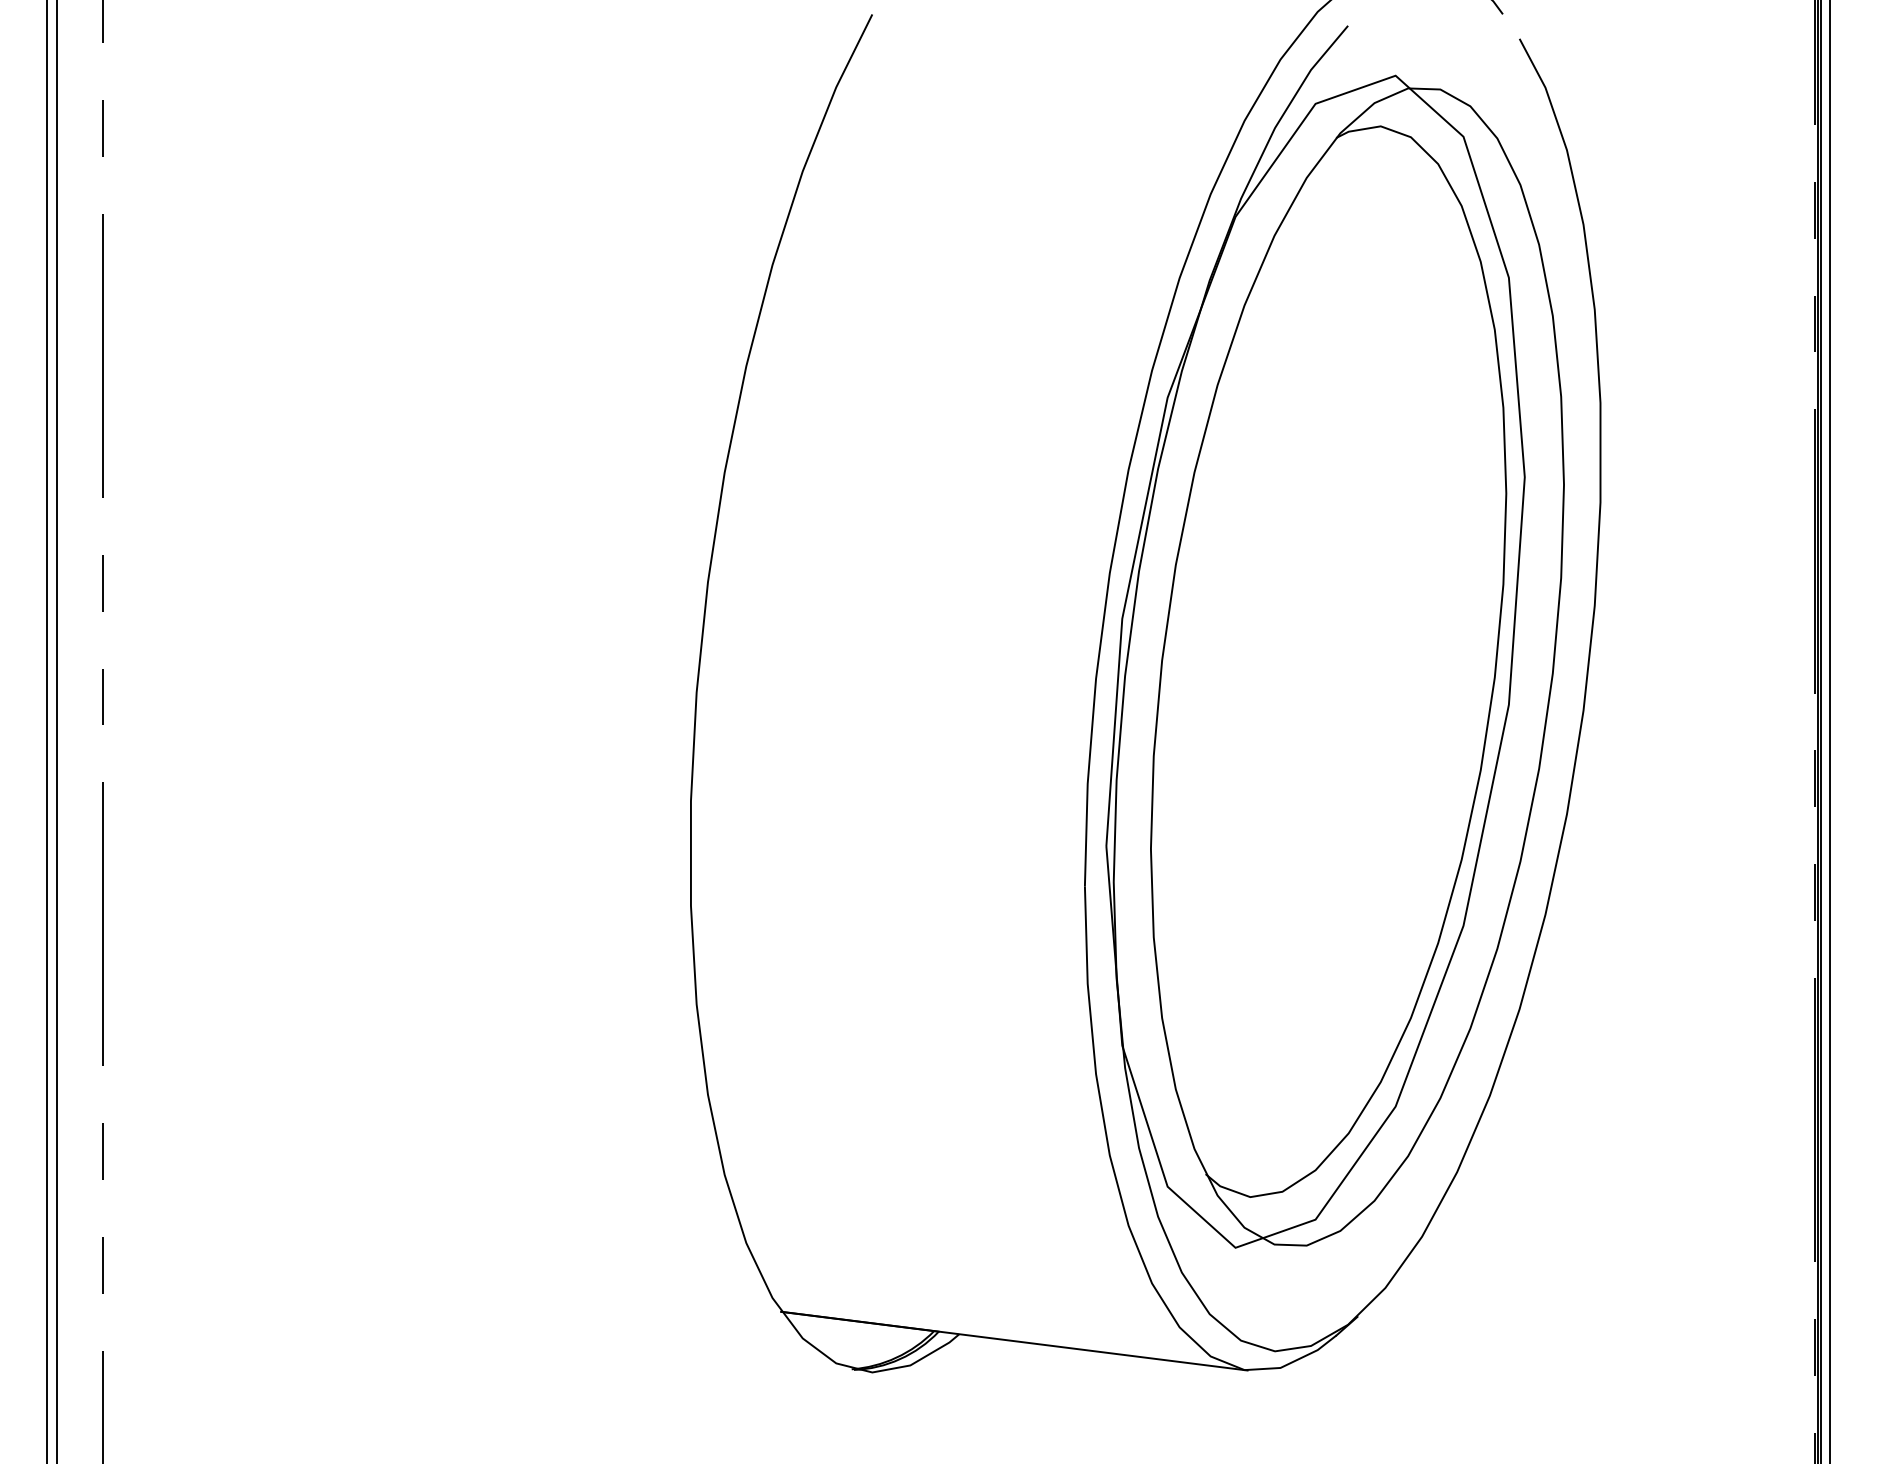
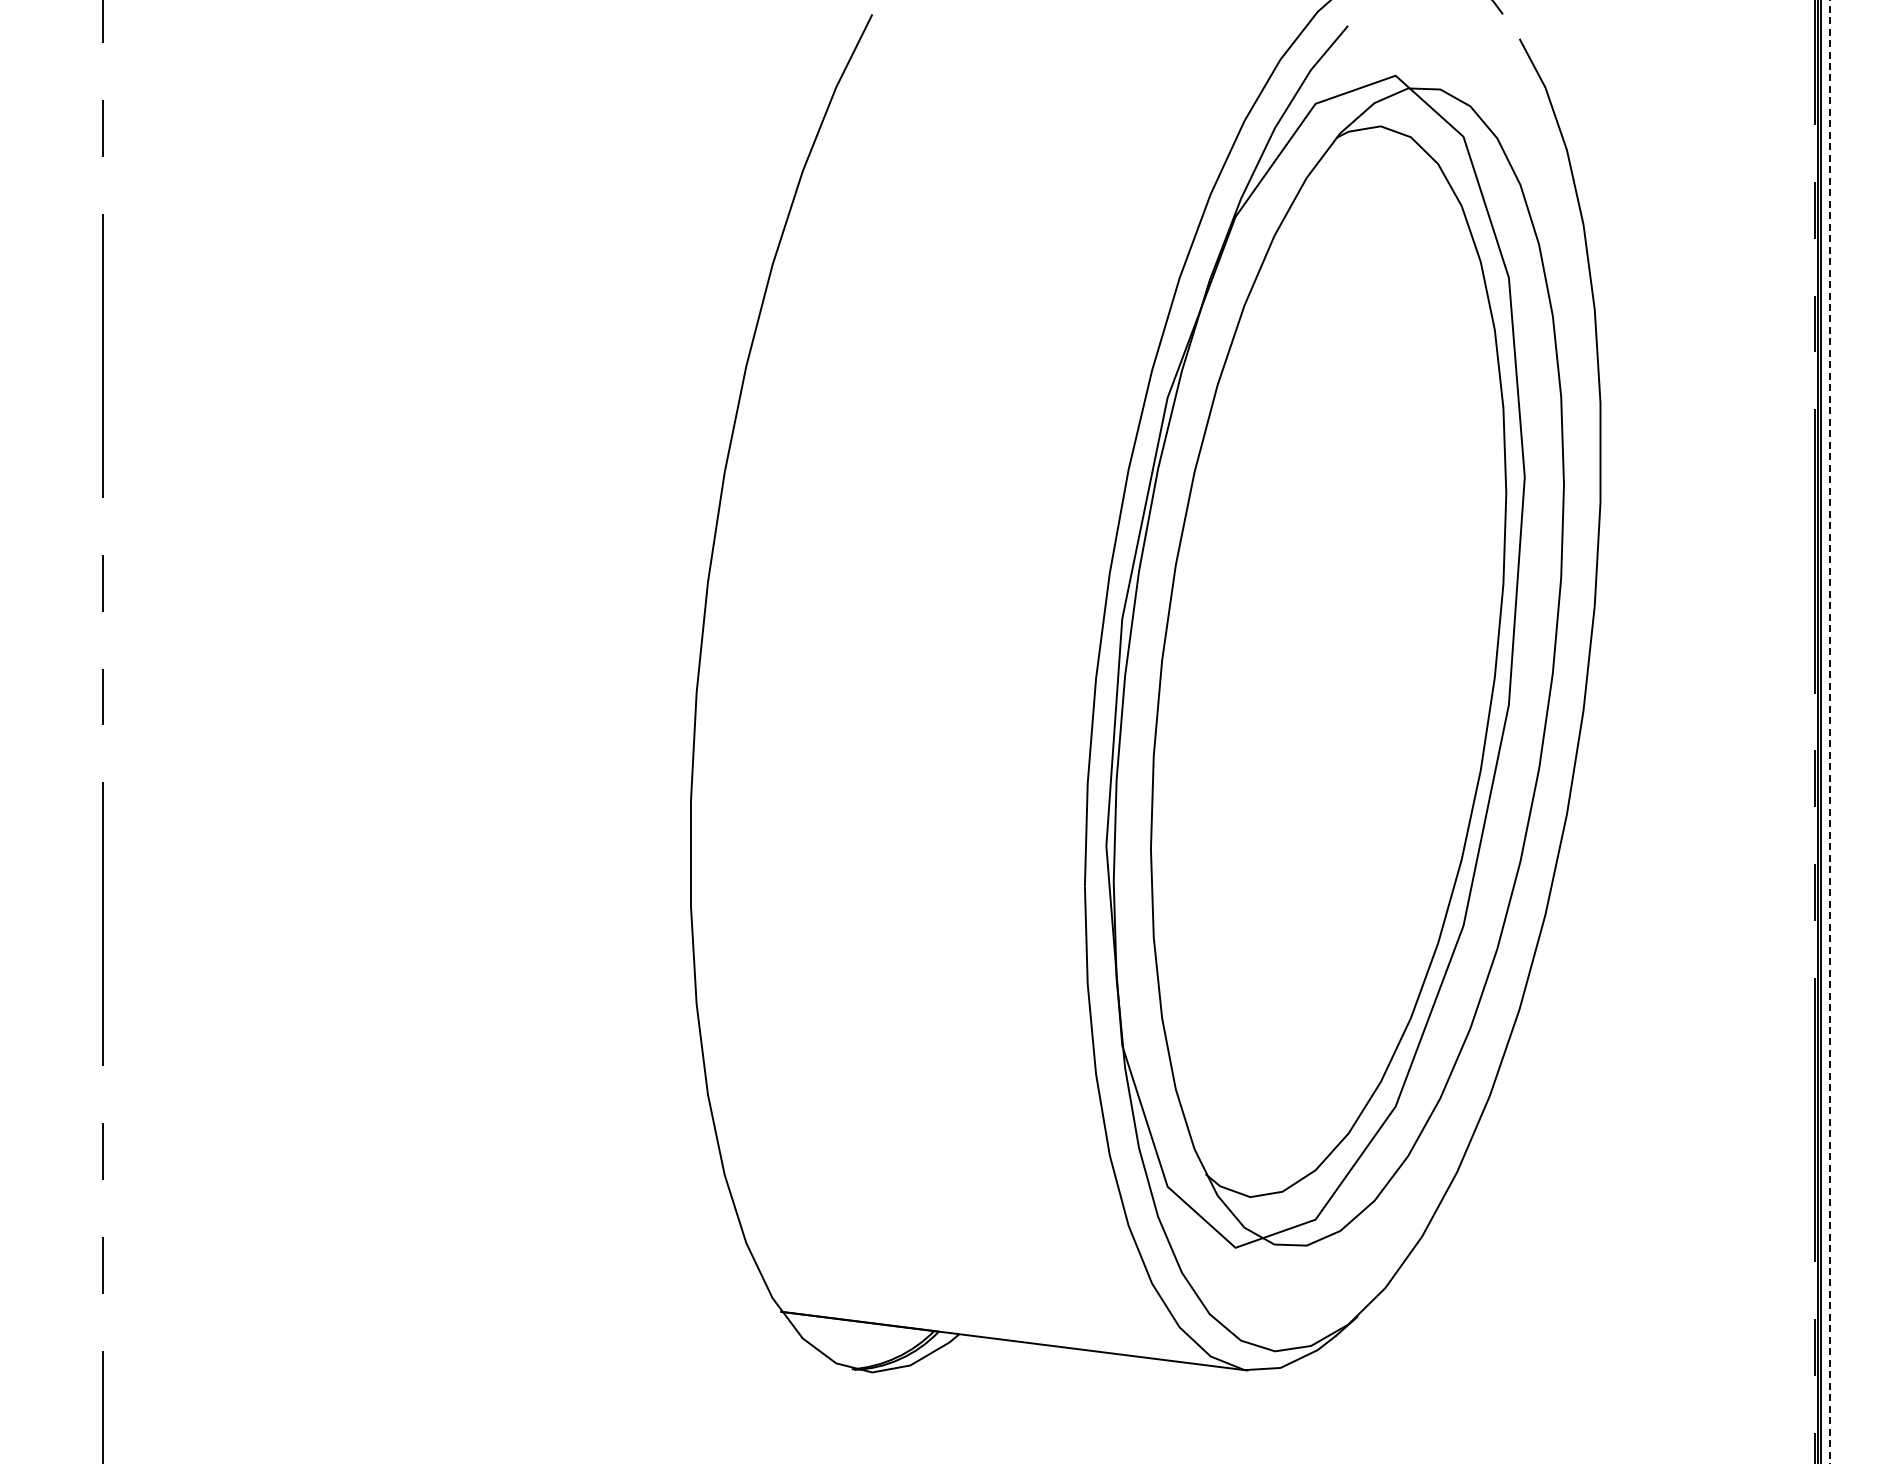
line at (47, 731): present -> none
line at (56, 731): present -> none
line at (1830, 731): solid -> dashed
